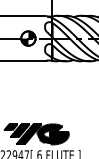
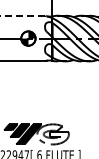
line at (22, 15): solid -> dashed
fill at (52, 134): present -> none
